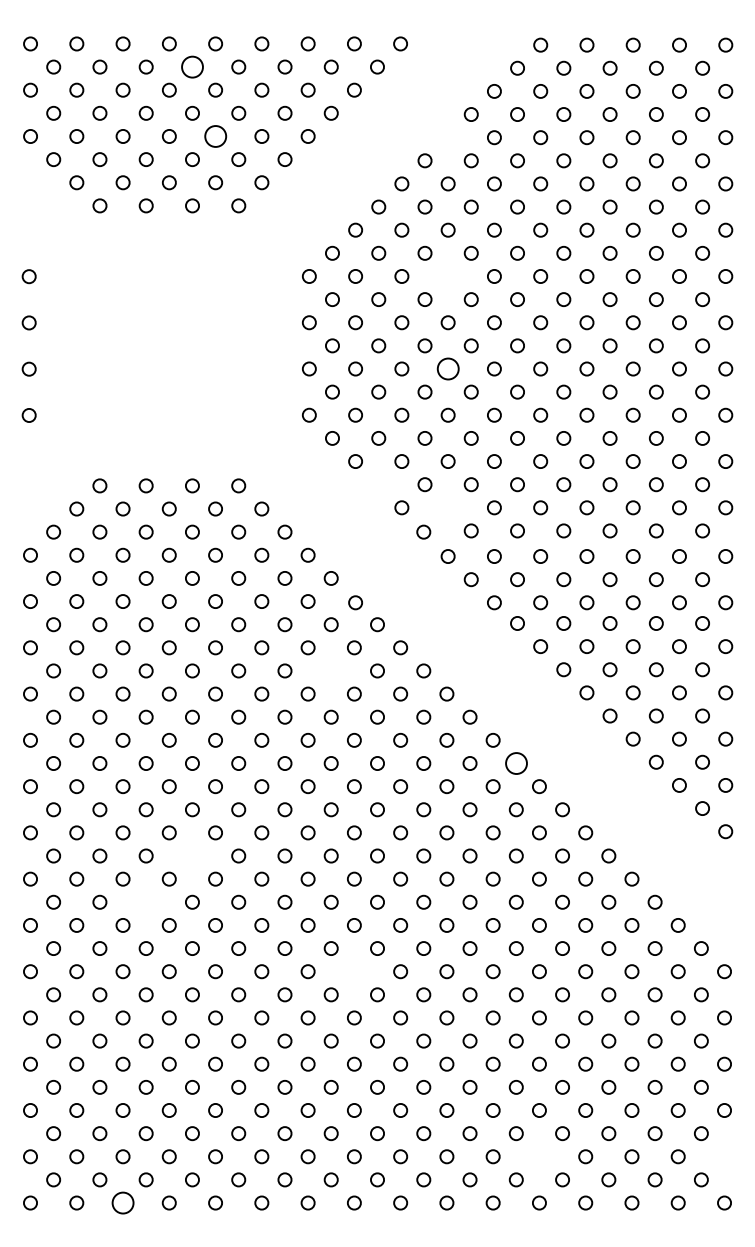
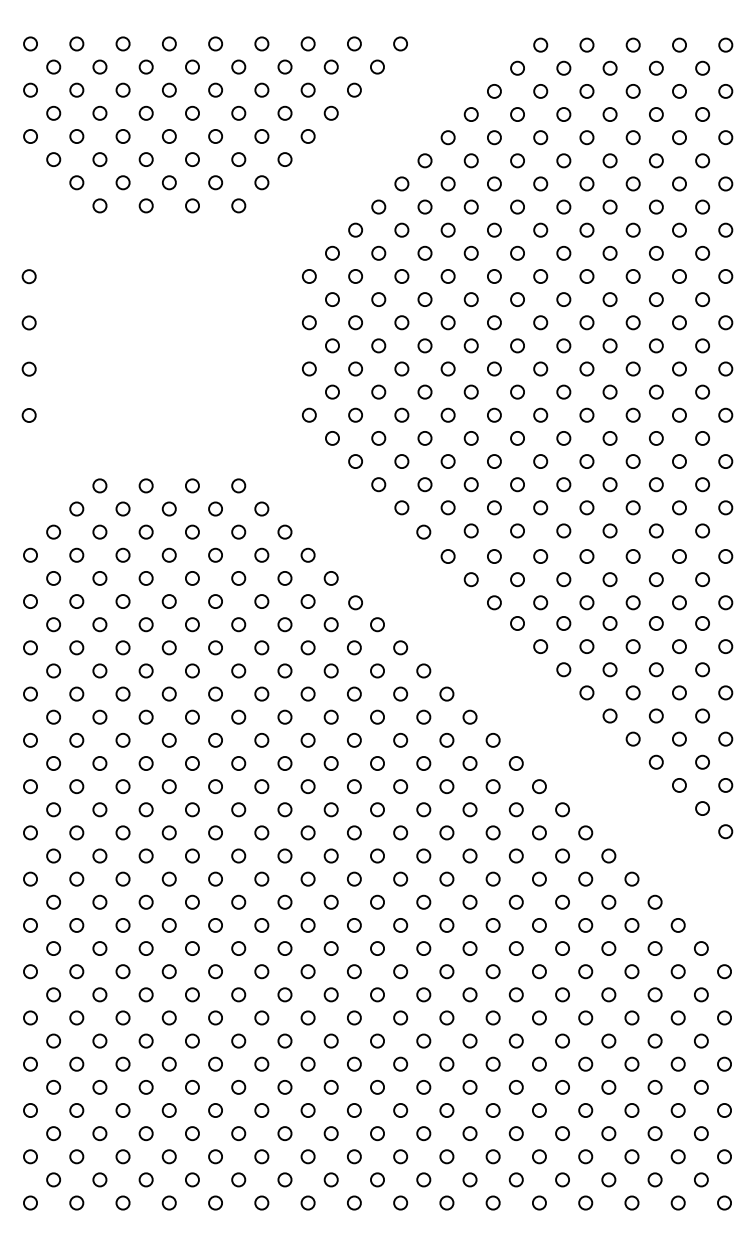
circle at (192, 66) size: 23x24 px -> 15x16 px
circle at (215, 136) size: 24x23 px -> 15x15 px
circle at (447, 137): none -> present
circle at (447, 276): none -> present
circle at (447, 368) size: 24x24 px -> 16x16 px
circle at (378, 484): none -> present
circle at (447, 507): none -> present
circle at (330, 670): none -> present
circle at (516, 763) size: 23x23 px -> 16x15 px
circle at (192, 855): none -> present
circle at (145, 901): none -> present
circle at (354, 971): none -> present
circle at (539, 1156): none -> present
circle at (724, 1156): none -> present
circle at (122, 1202) size: 24x24 px -> 16x16 px
